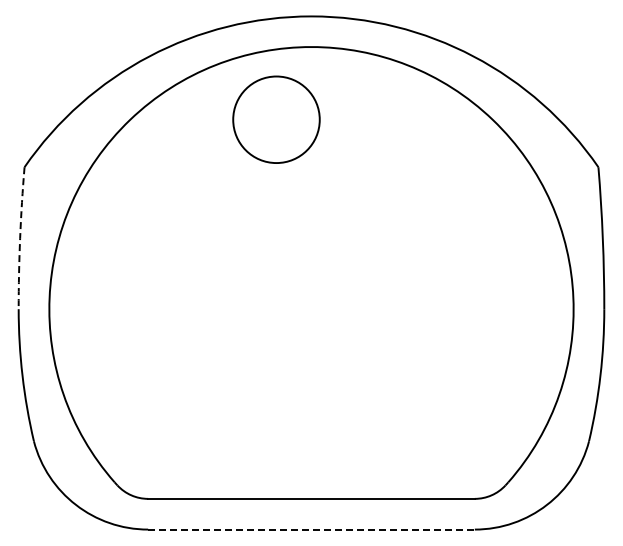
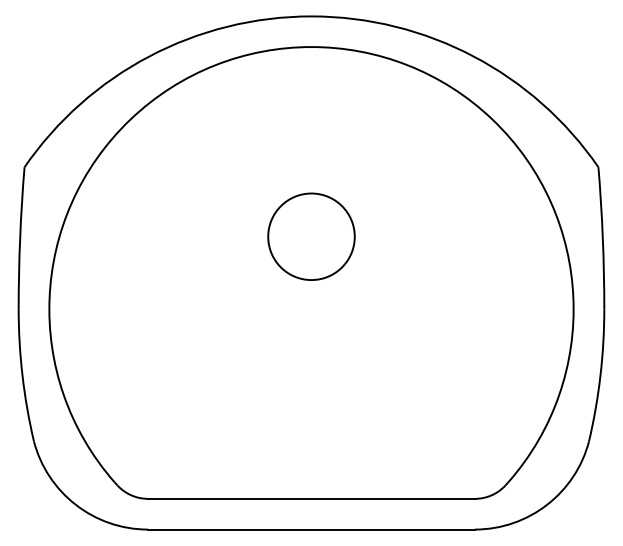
circle at (276, 119) position: (276, 119) -> (311, 236)
arc at (20, 238): dashed -> solid
line at (311, 529): dashed -> solid
